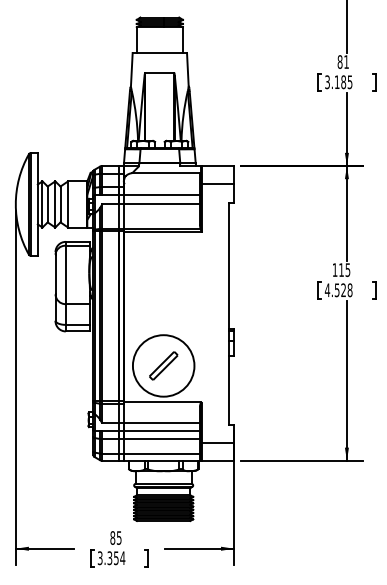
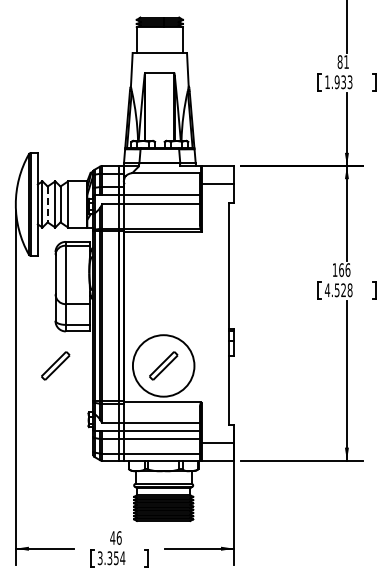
text at (338, 82): 3.185 -> 1.933
line at (47, 204): solid -> dashed
text at (344, 269): 115 -> 166
part at (55, 365): none -> present
text at (115, 537): 85 -> 46
